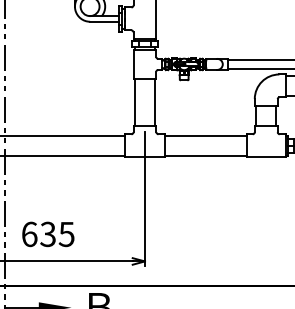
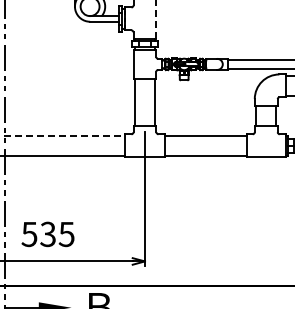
line at (156, 18): solid -> dashed
line at (63, 135): solid -> dashed
text at (29, 234): 635 -> 535
